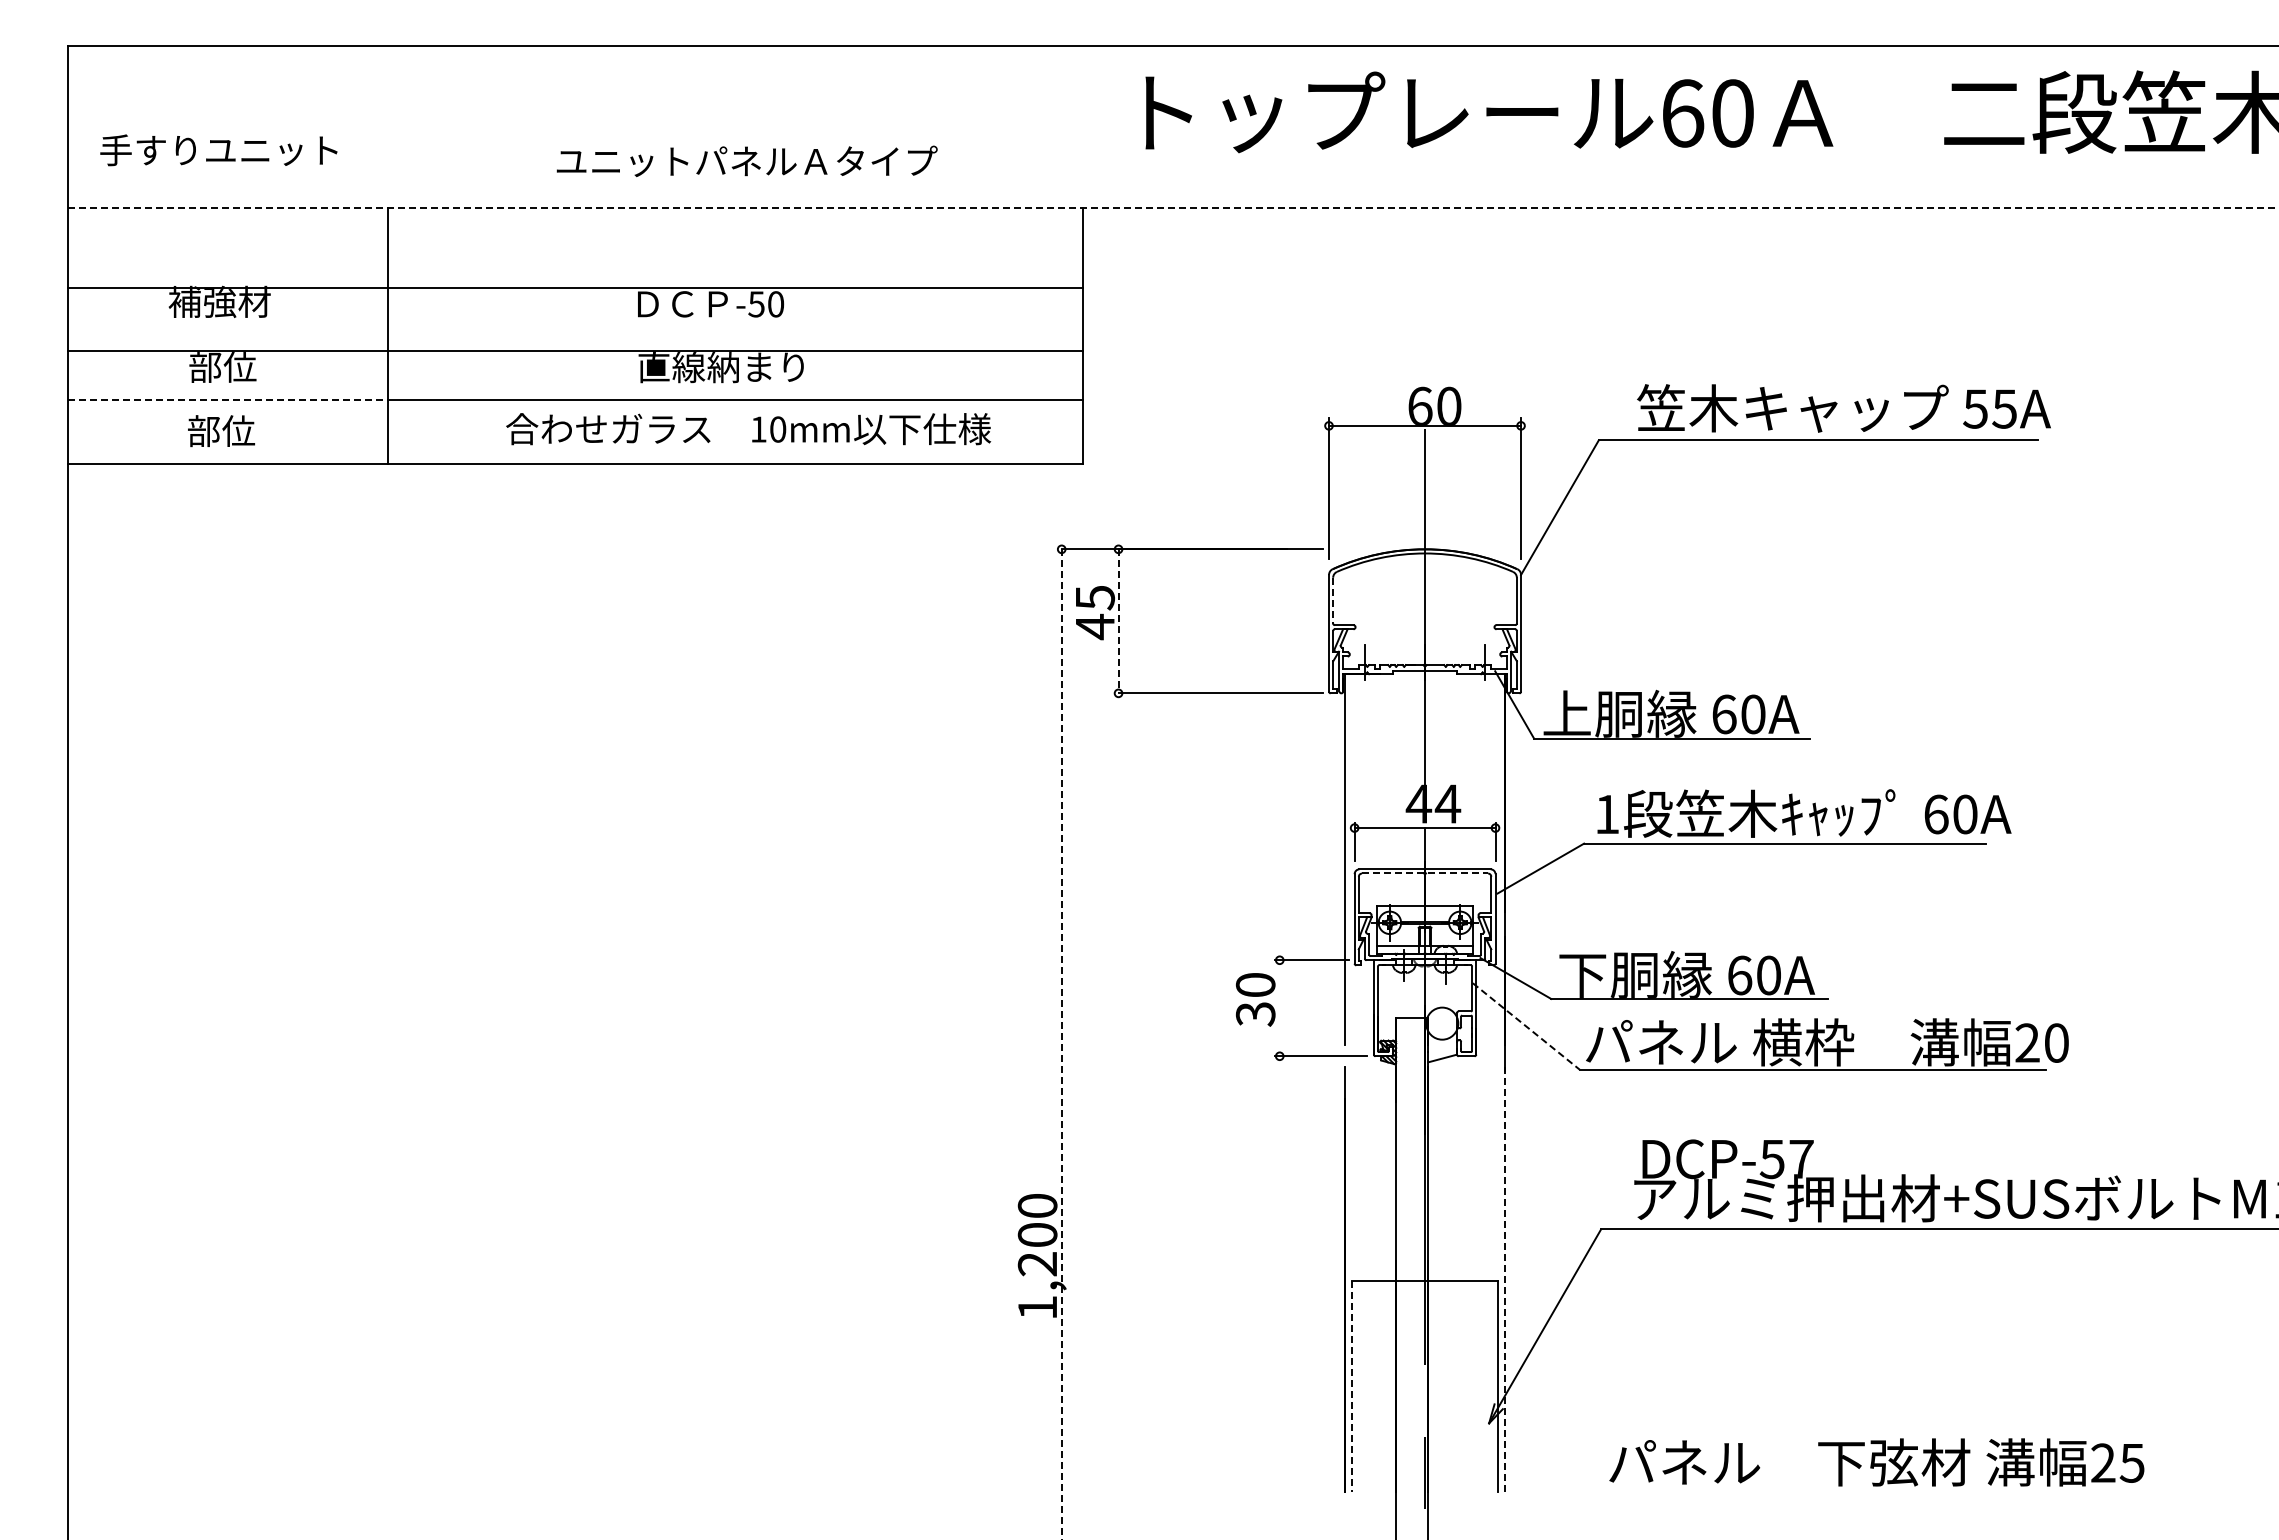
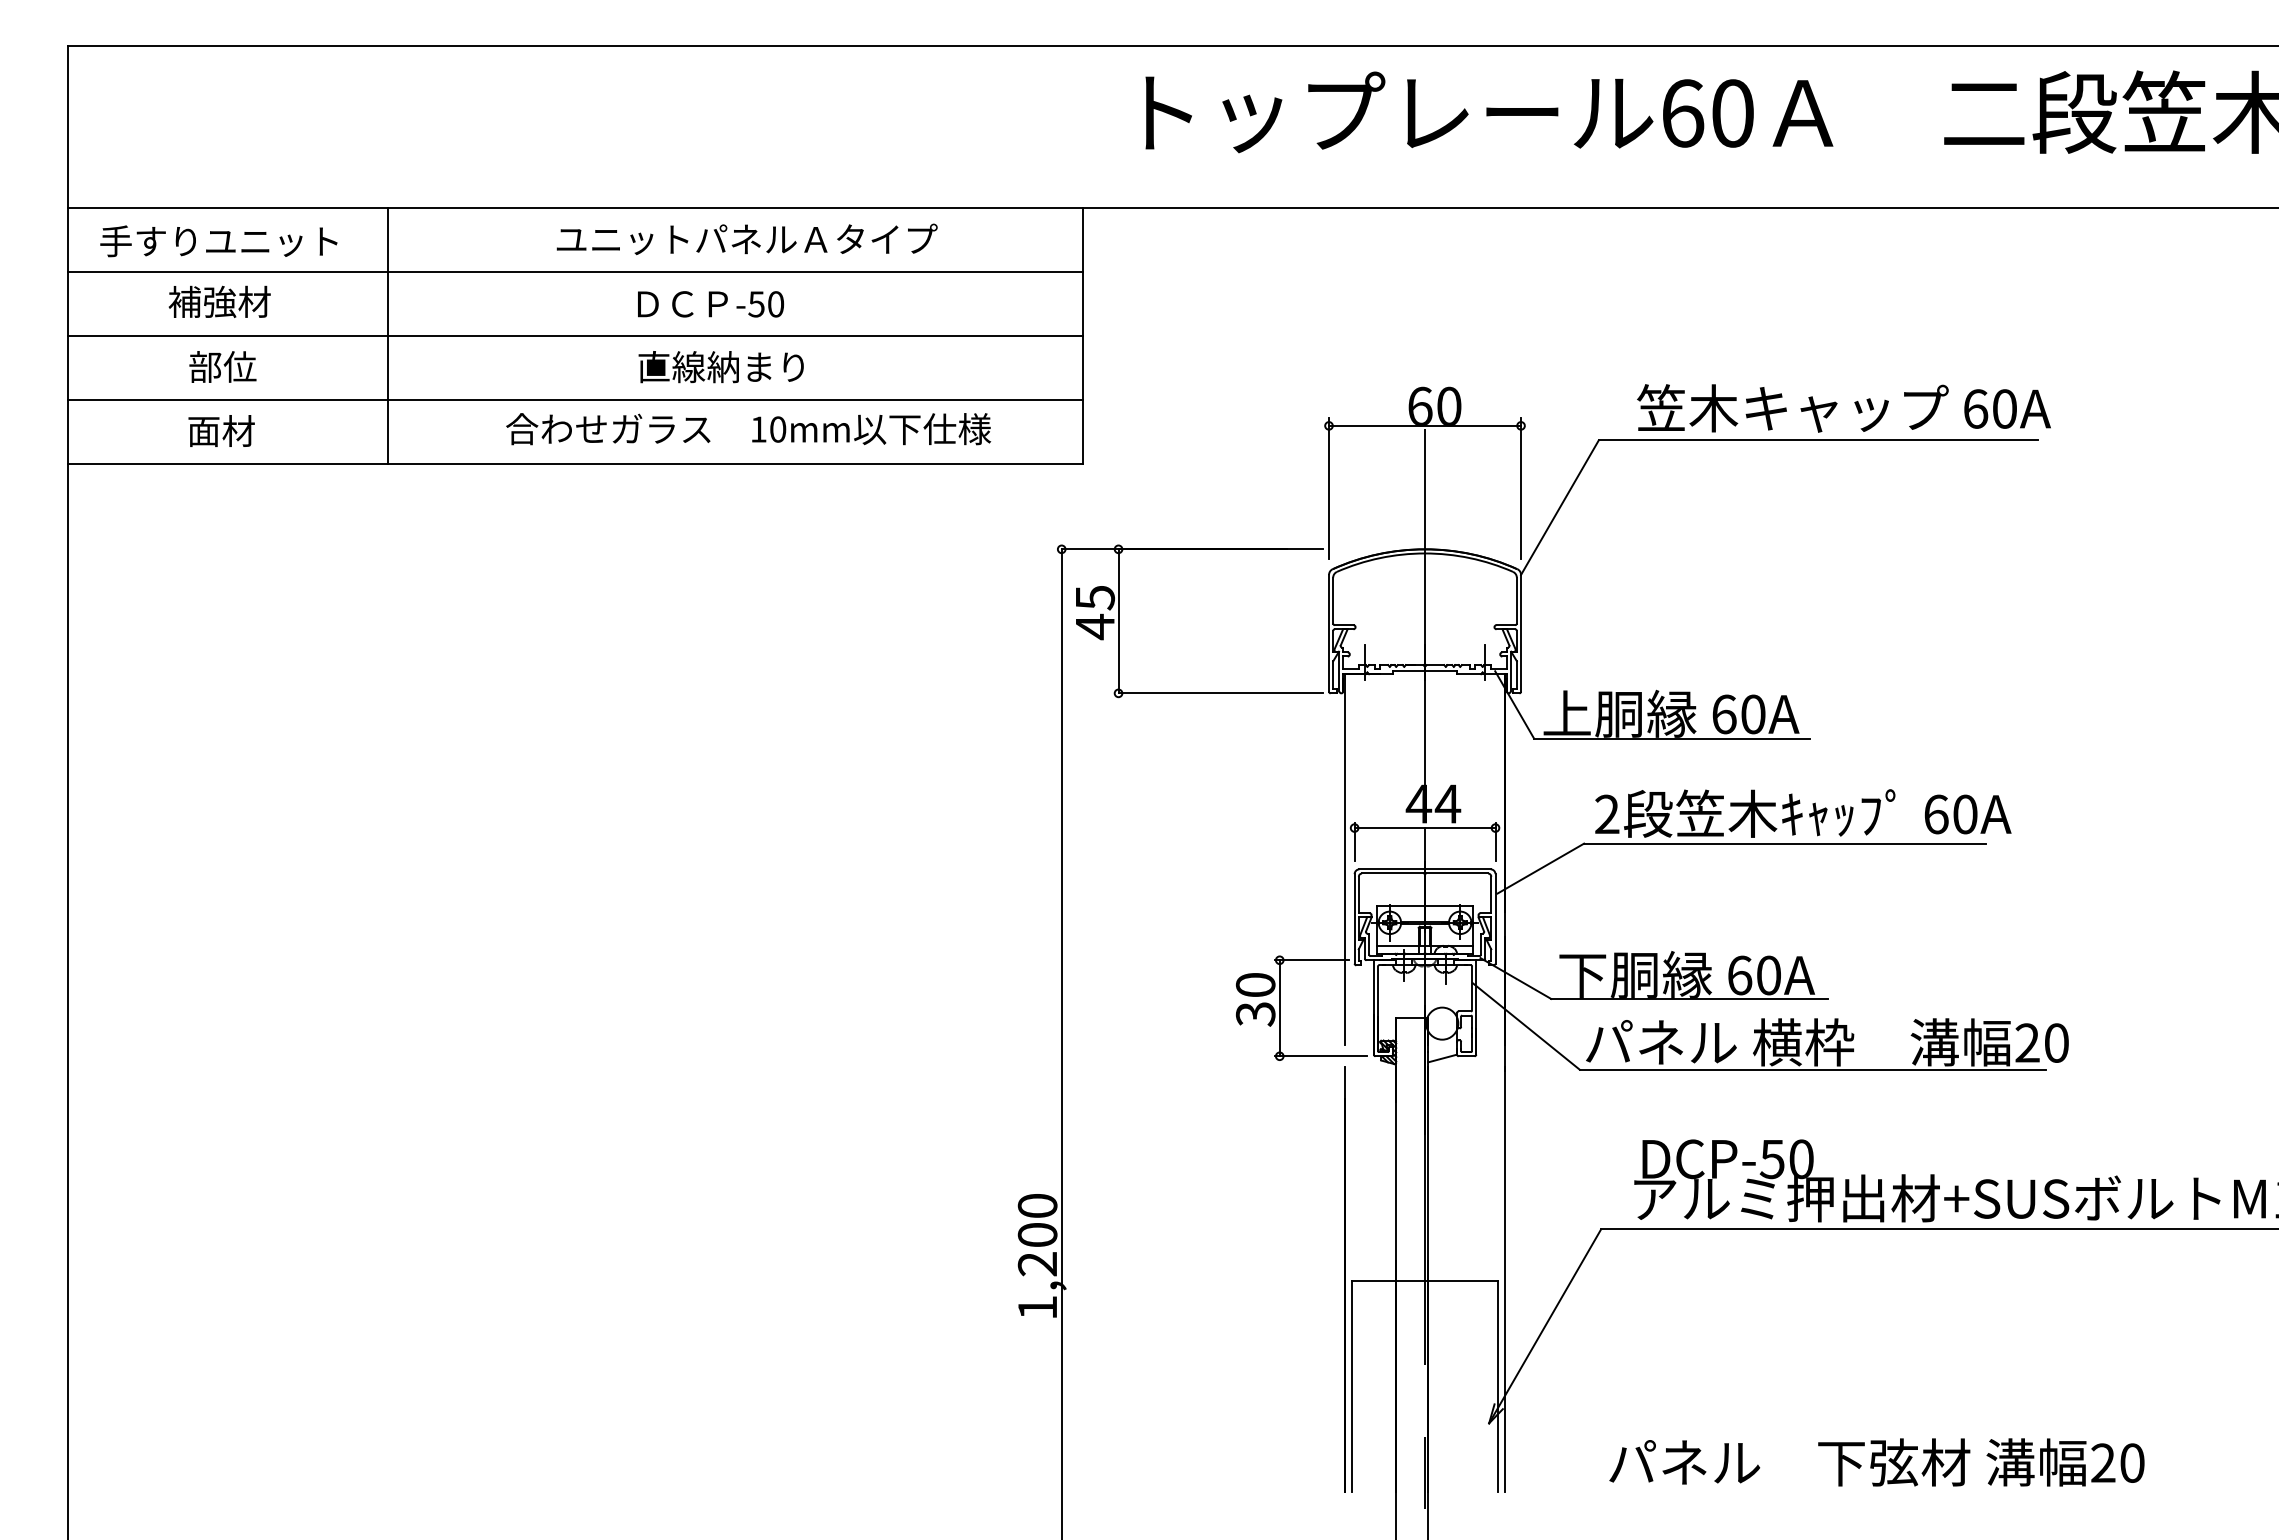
text at (218, 150) position: (218, 150) -> (218, 241)
text at (746, 160) position: (746, 160) -> (746, 238)
line at (1173, 208): dashed -> solid
line at (575, 288) position: (575, 288) -> (575, 272)
line at (575, 351) position: (575, 351) -> (575, 336)
line at (228, 400): dashed -> solid
text at (1989, 408): 55A -> 60A
text at (221, 431): 部位 -> 面材
line at (1333, 600): dashed -> solid
line at (1118, 621): dashed -> solid
text at (1607, 813): 1 -> 2
line at (1425, 873): dashed -> solid
line at (1279, 1008): none -> present
line at (1526, 1026): dashed -> solid
line at (1061, 1045): dashed -> solid
text at (1801, 1159): DCP-57 -> DCP-50
line at (1505, 1278): dashed -> solid
line at (1352, 1386): dashed -> solid
text at (2131, 1462): 25 -> 20
